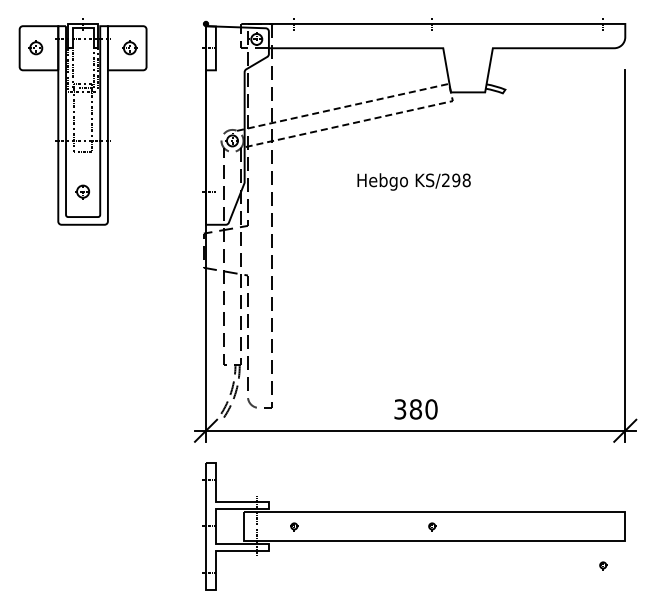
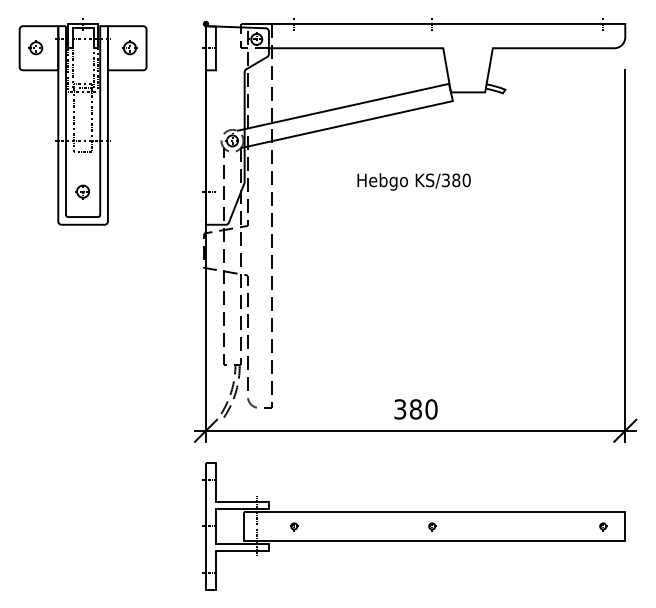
line at (450, 92): dashed -> solid
text at (456, 180): KS/298 -> KS/380
part at (603, 565) position: (603, 565) -> (603, 526)
